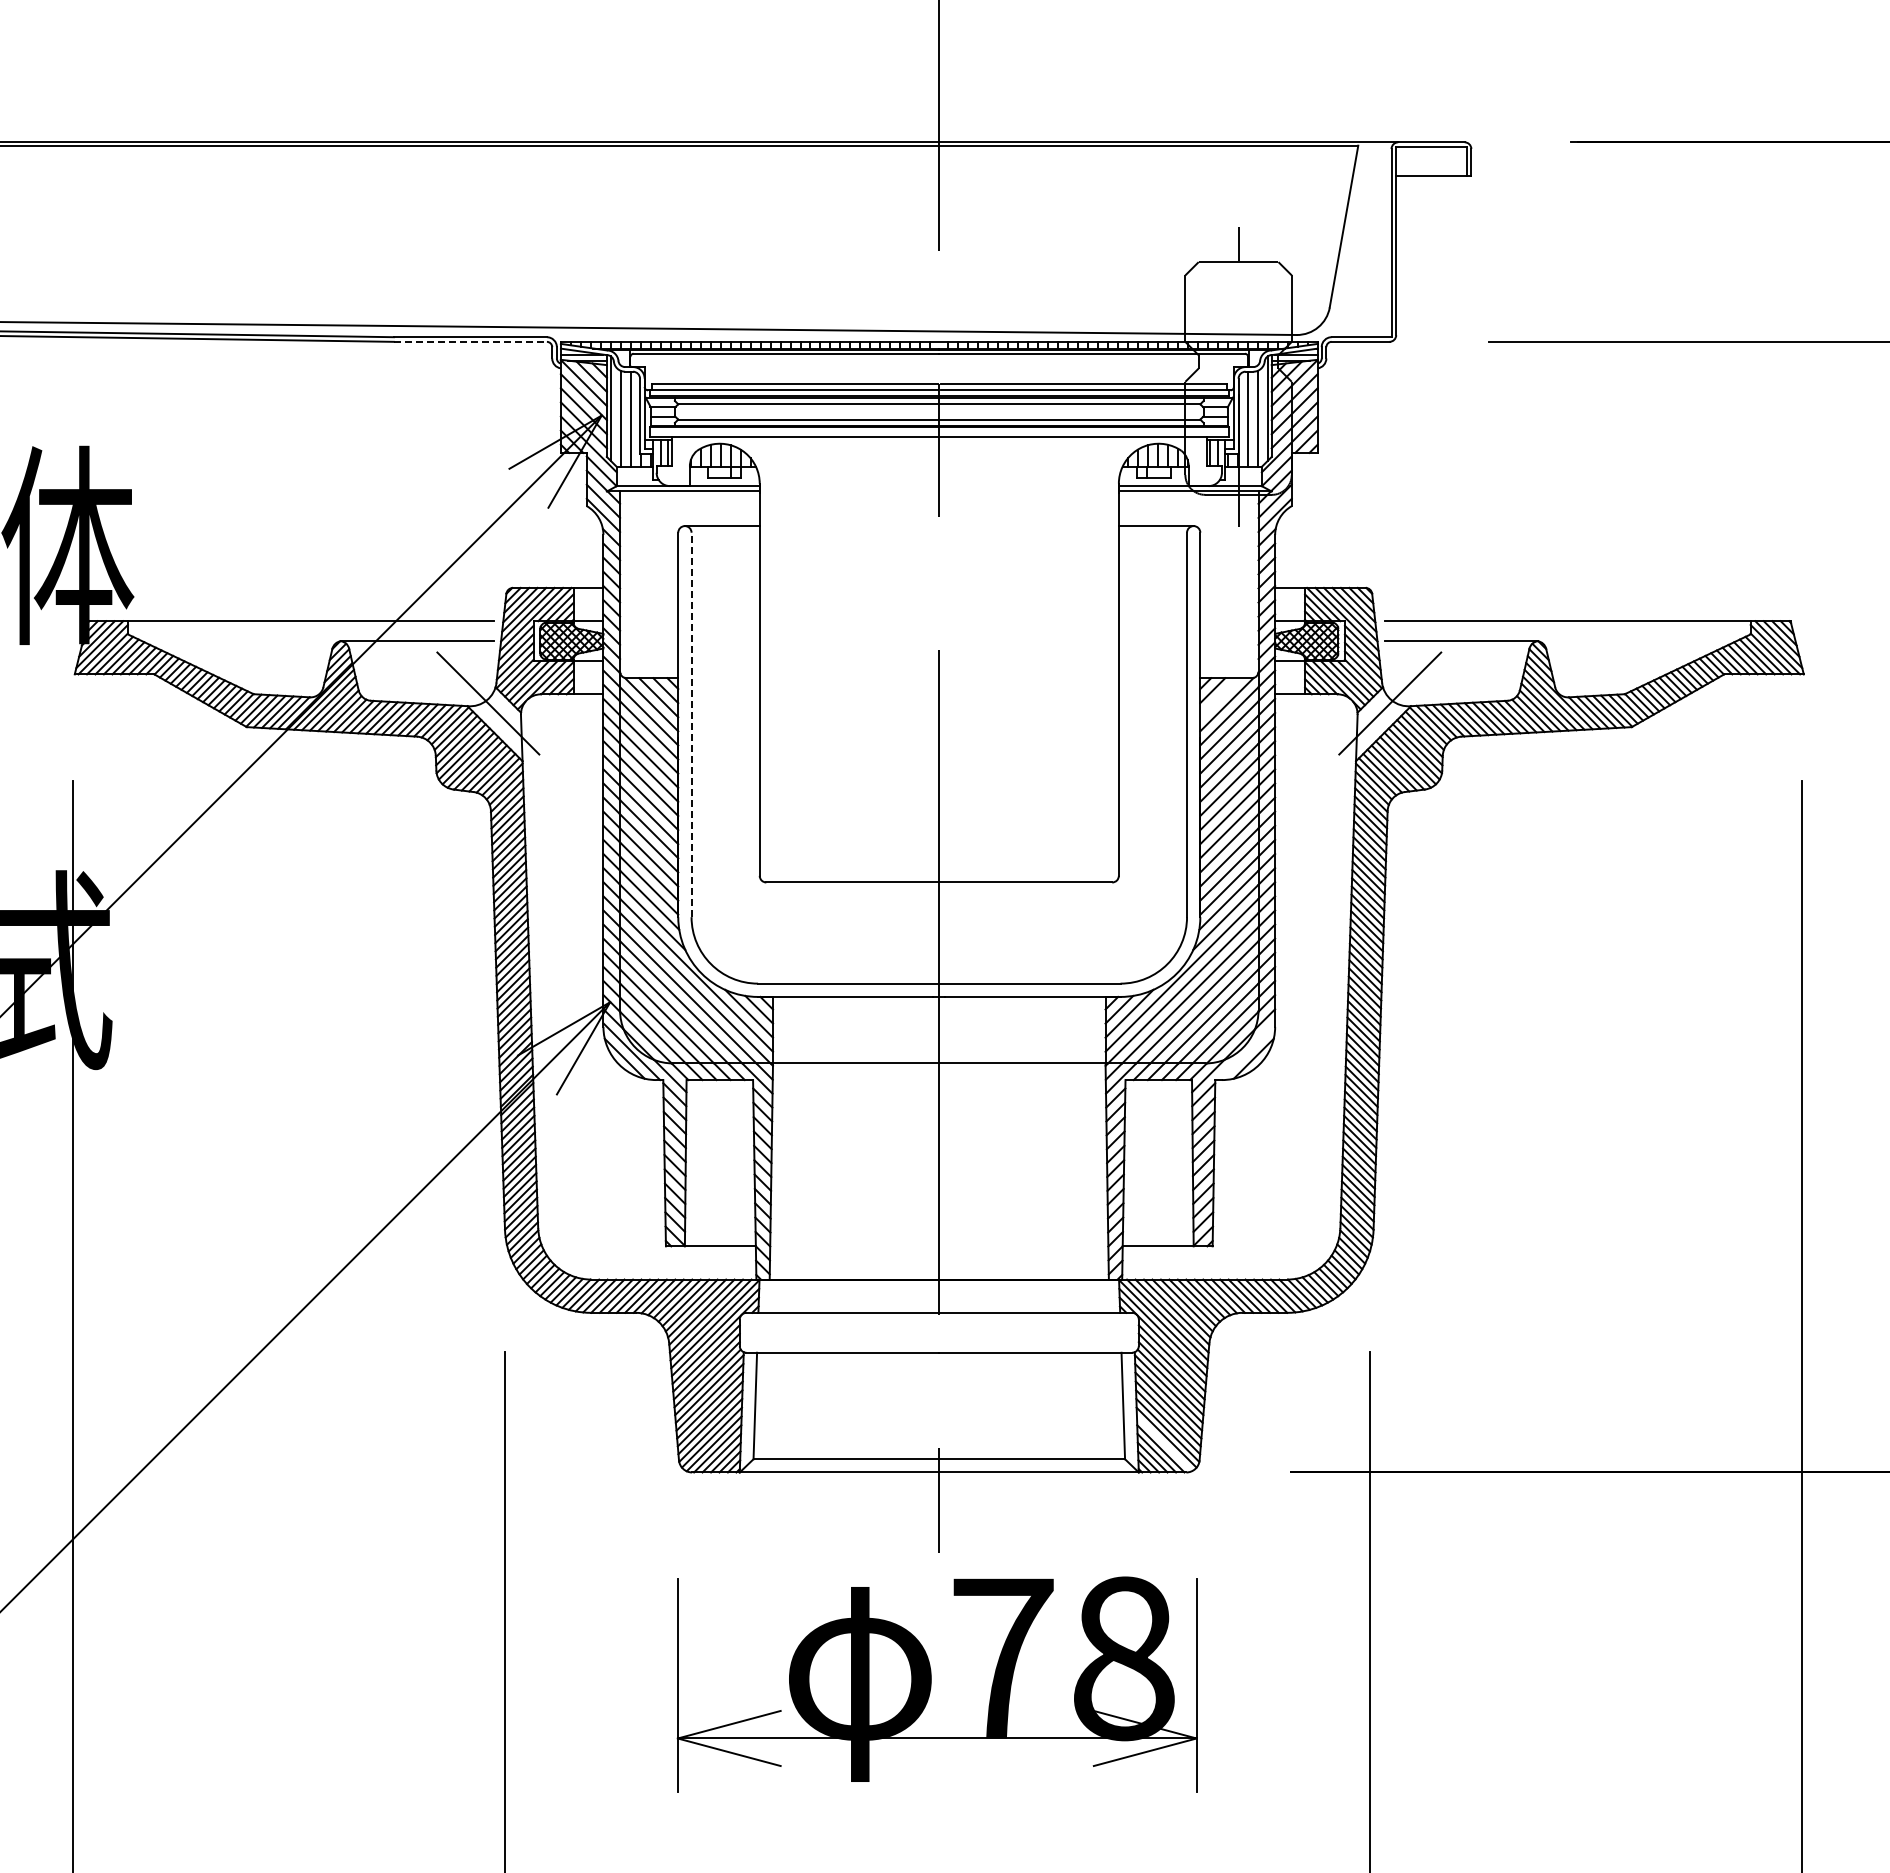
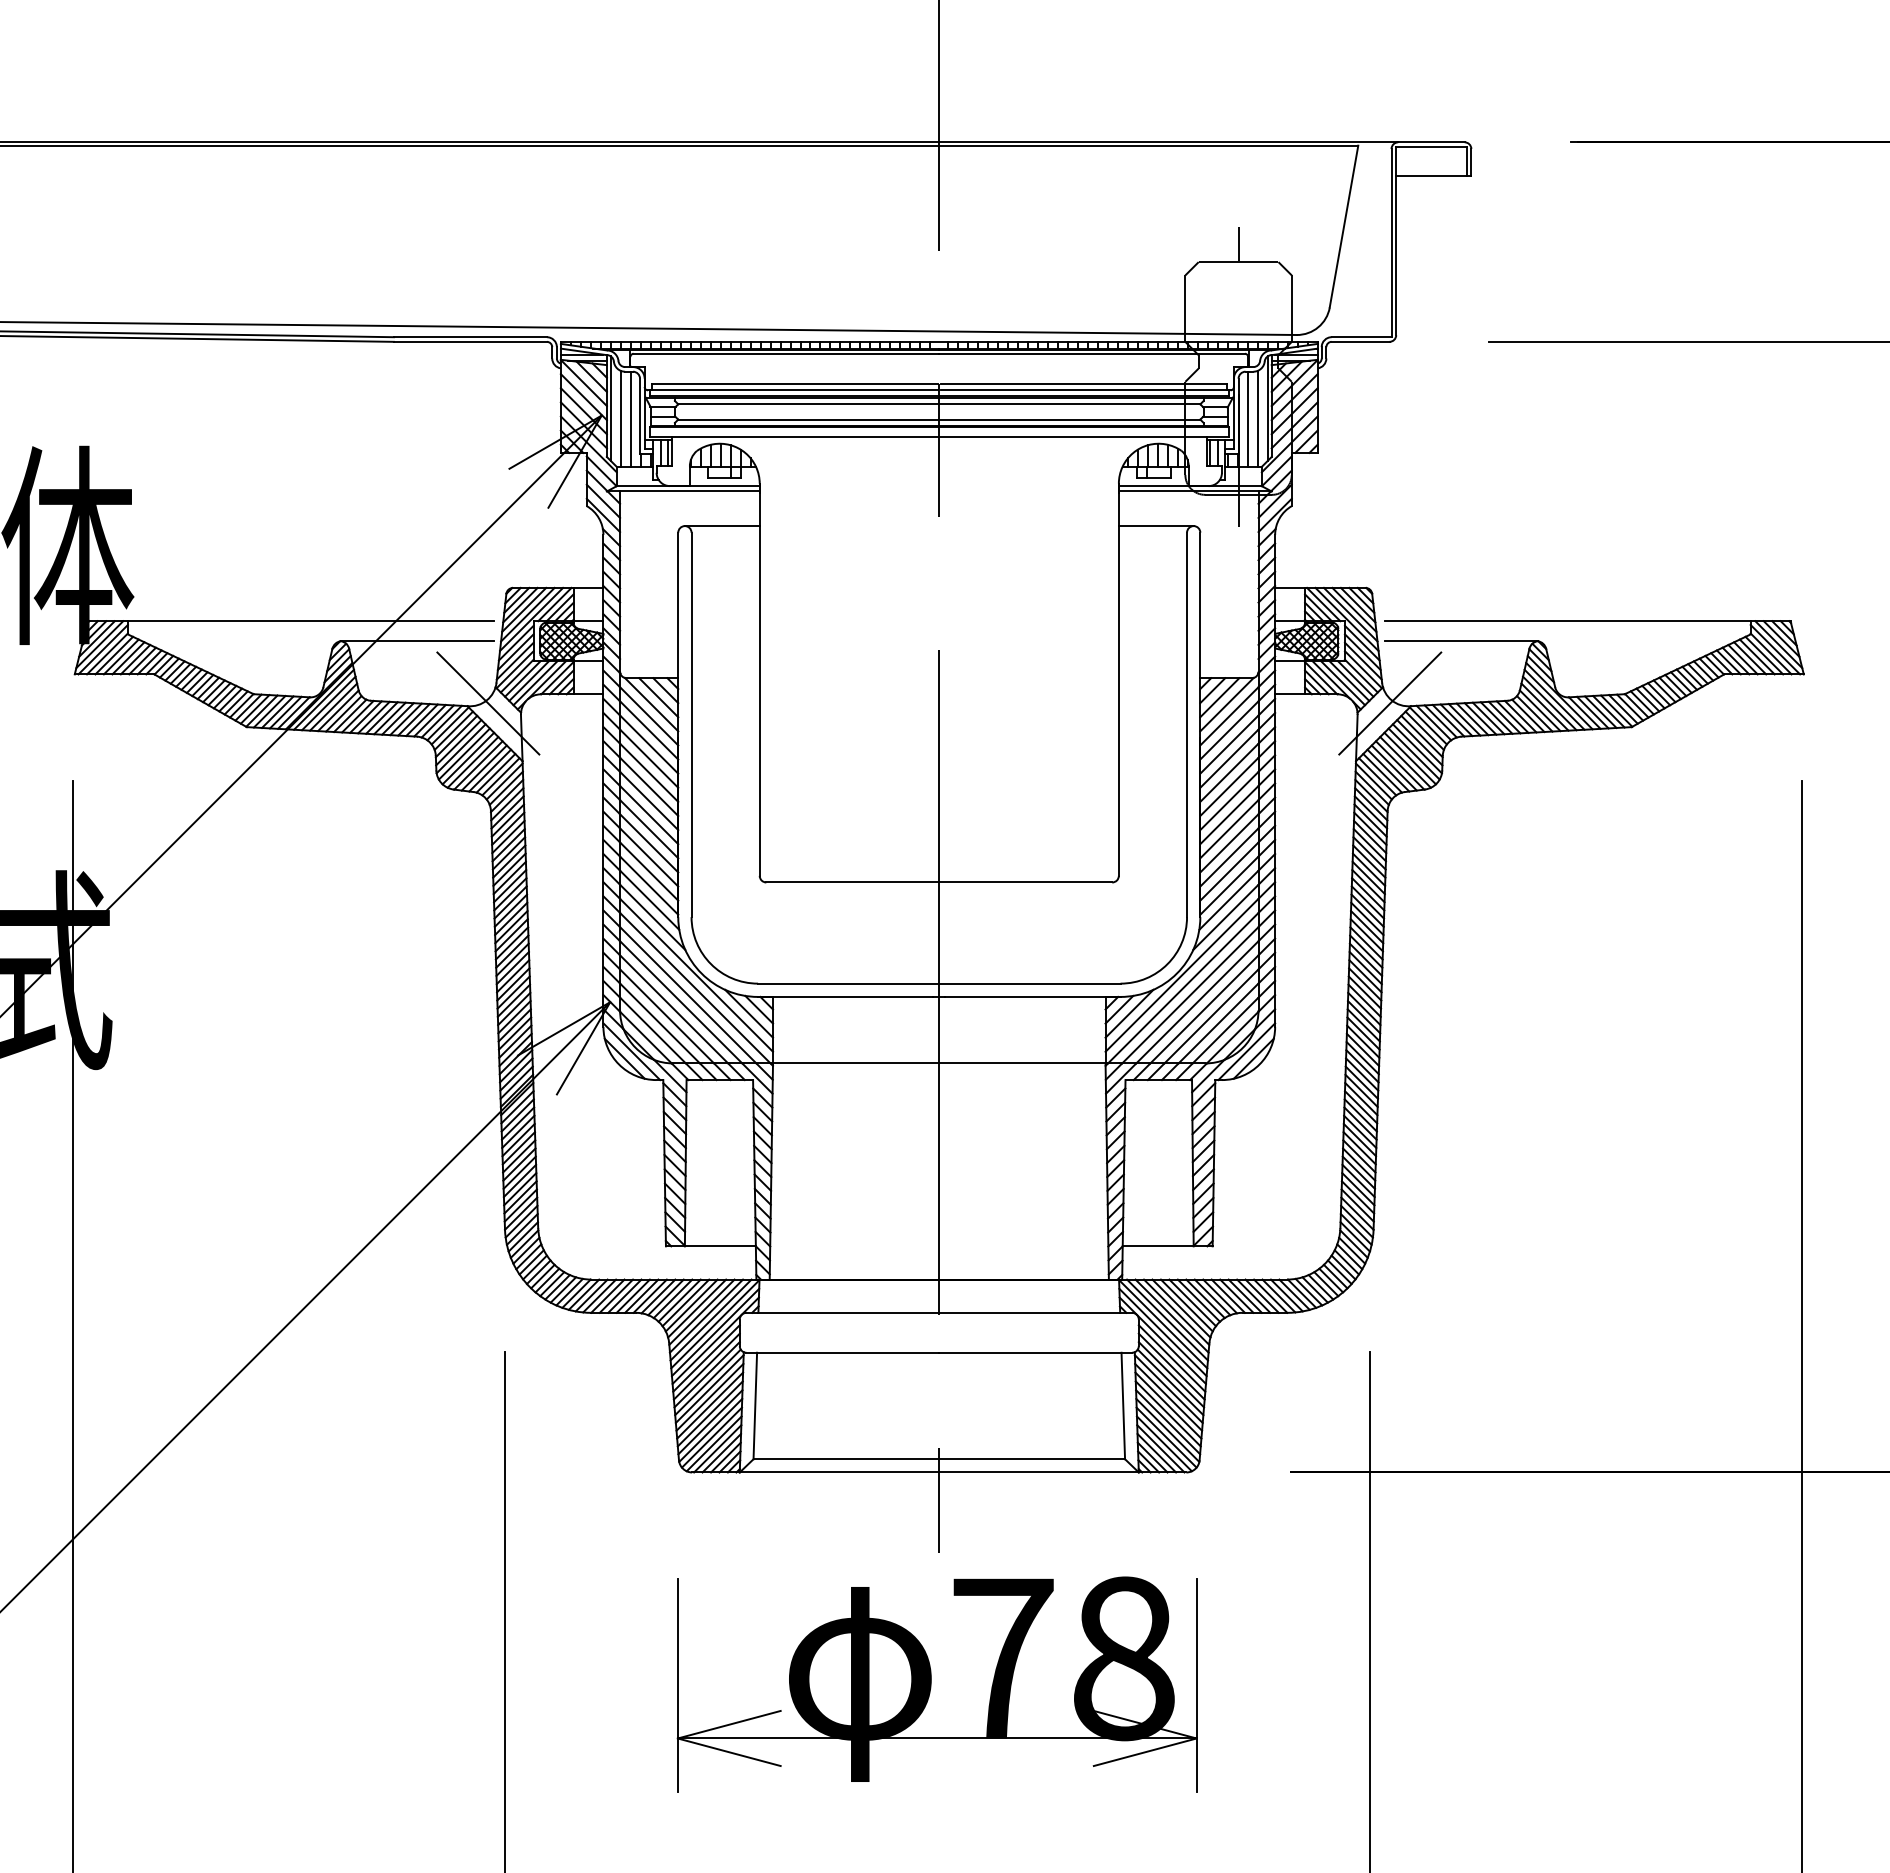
line at (470, 341): dashed -> solid
line at (1219, 697): none -> present
line at (691, 724): dashed -> solid
line at (1246, 1051): none -> present
line at (1163, 1443): none -> present
